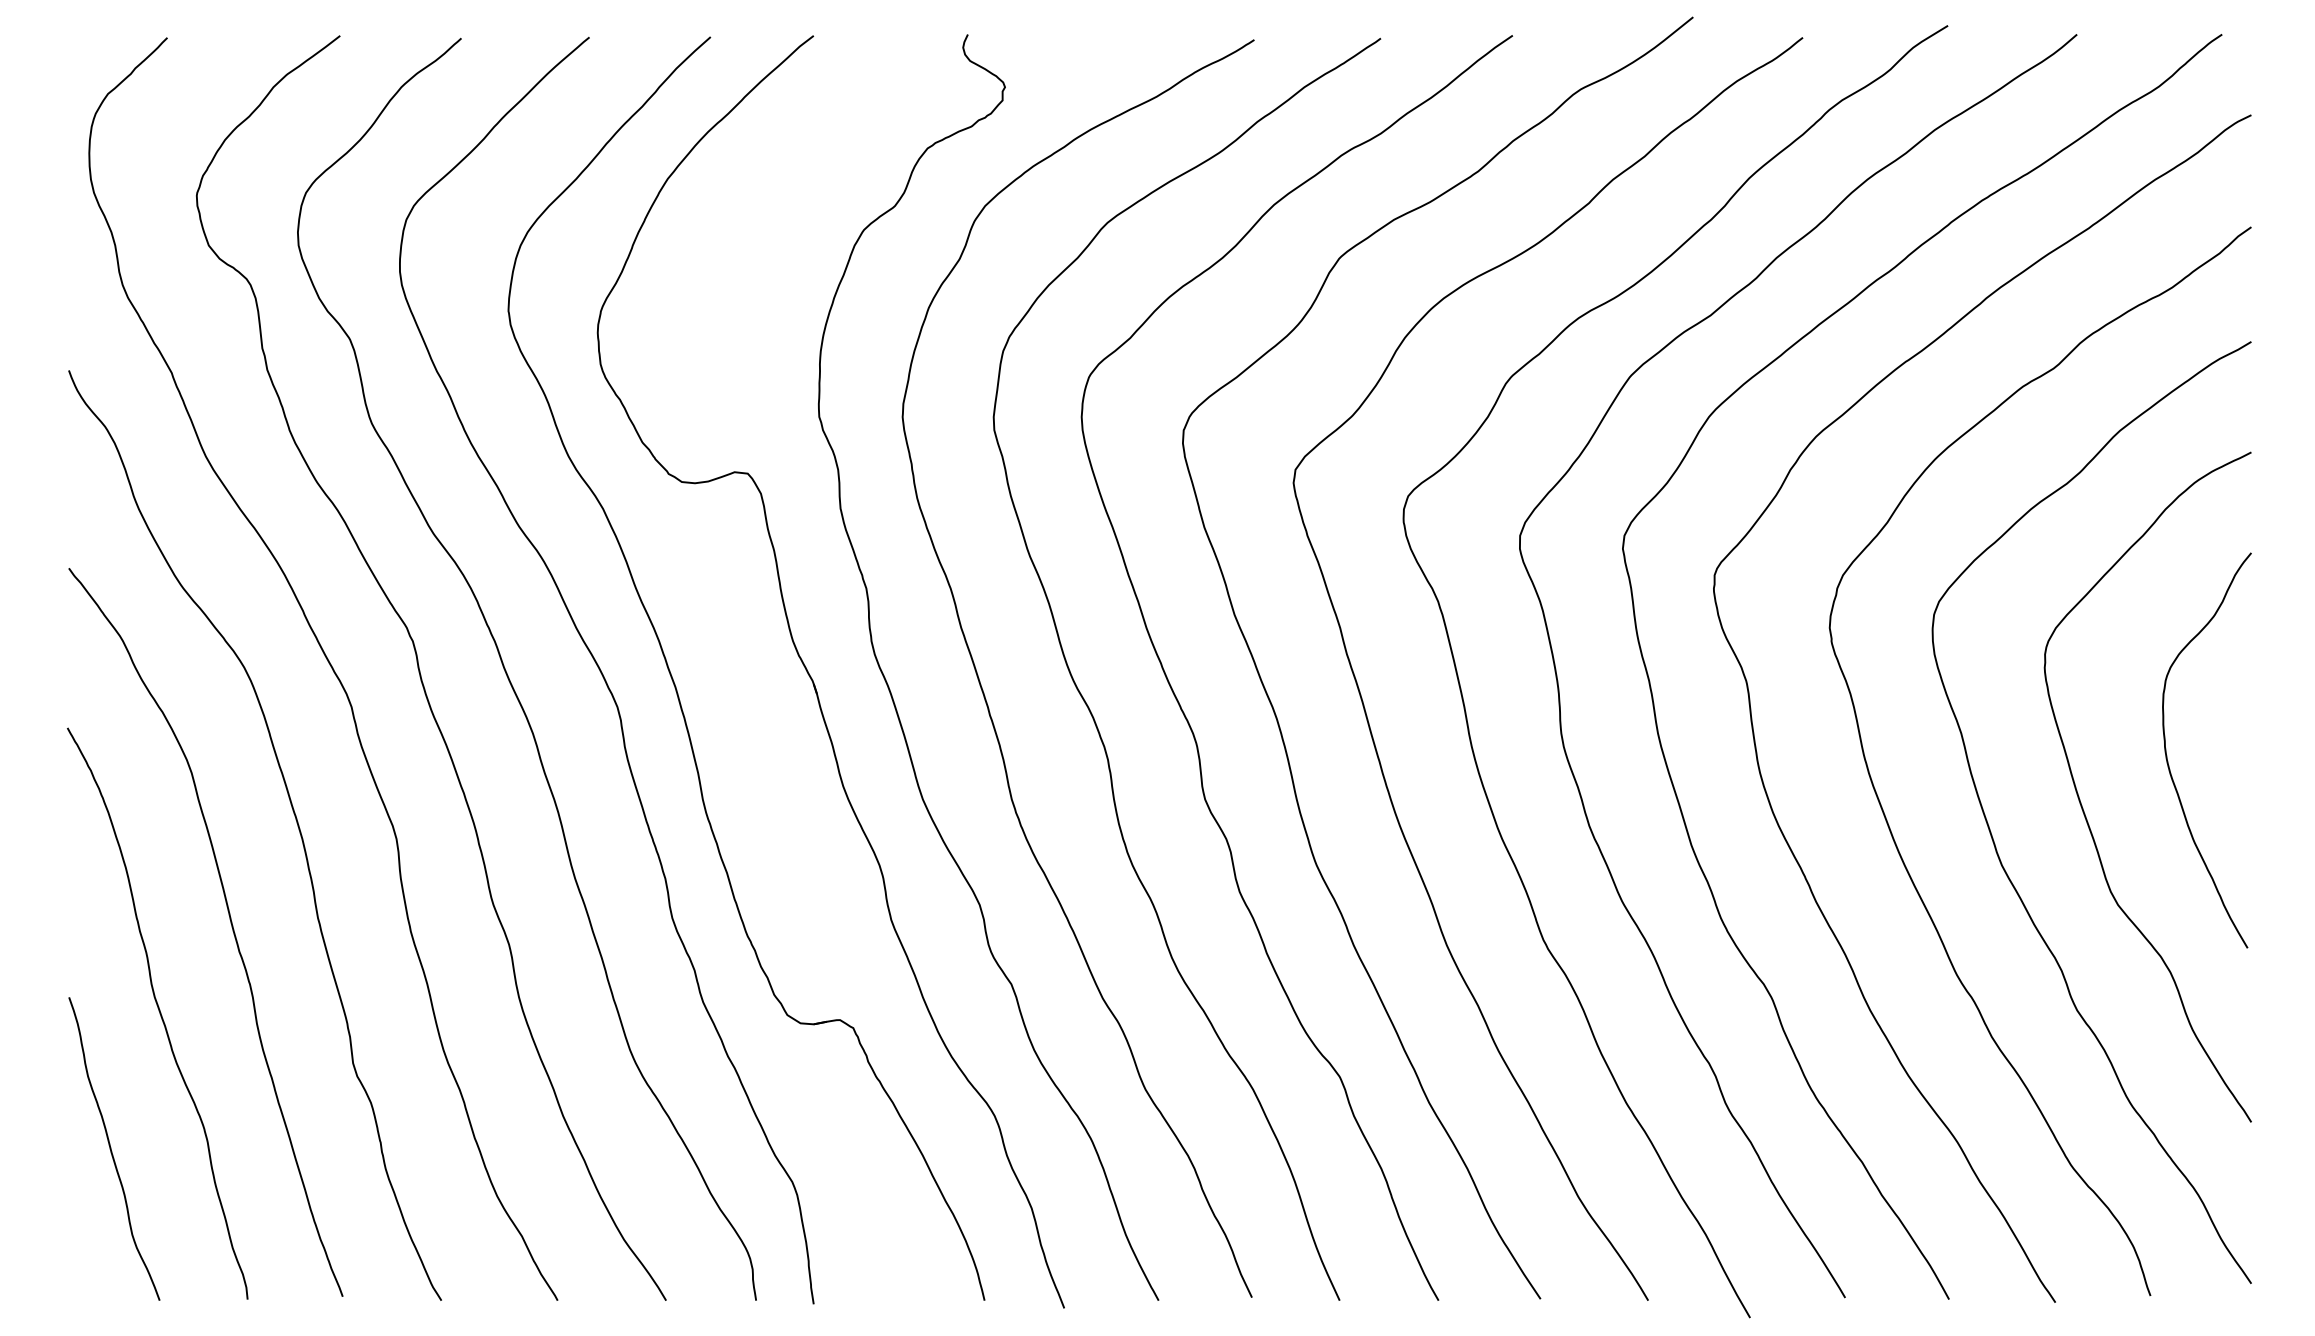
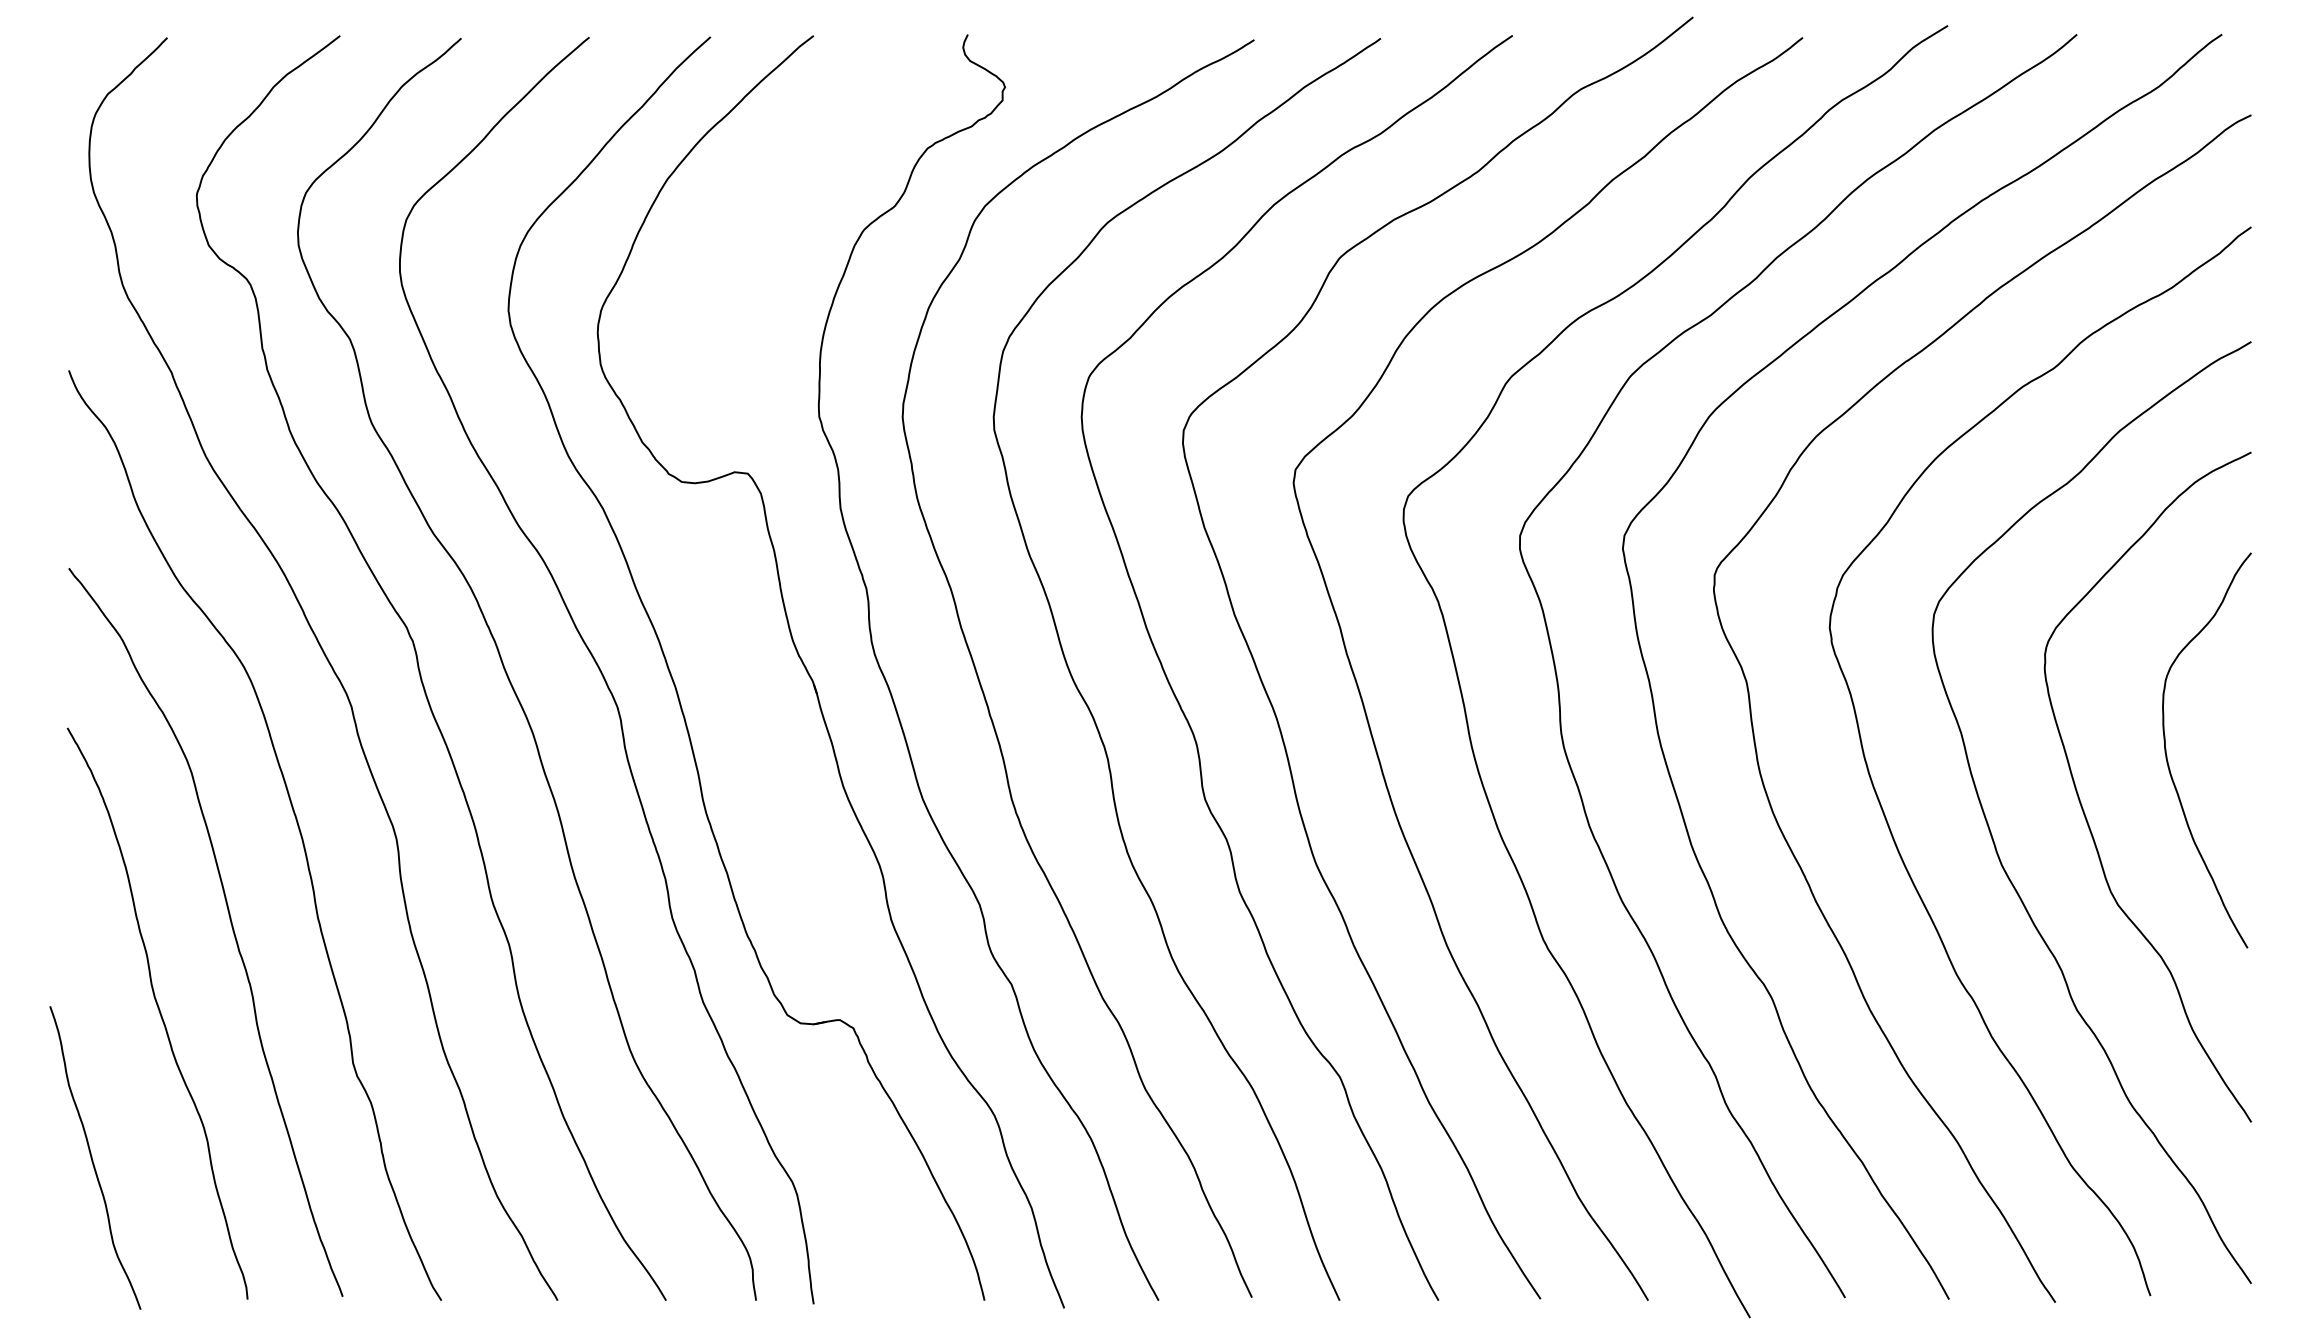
curve at (111, 1148) position: (111, 1148) -> (92, 1157)
